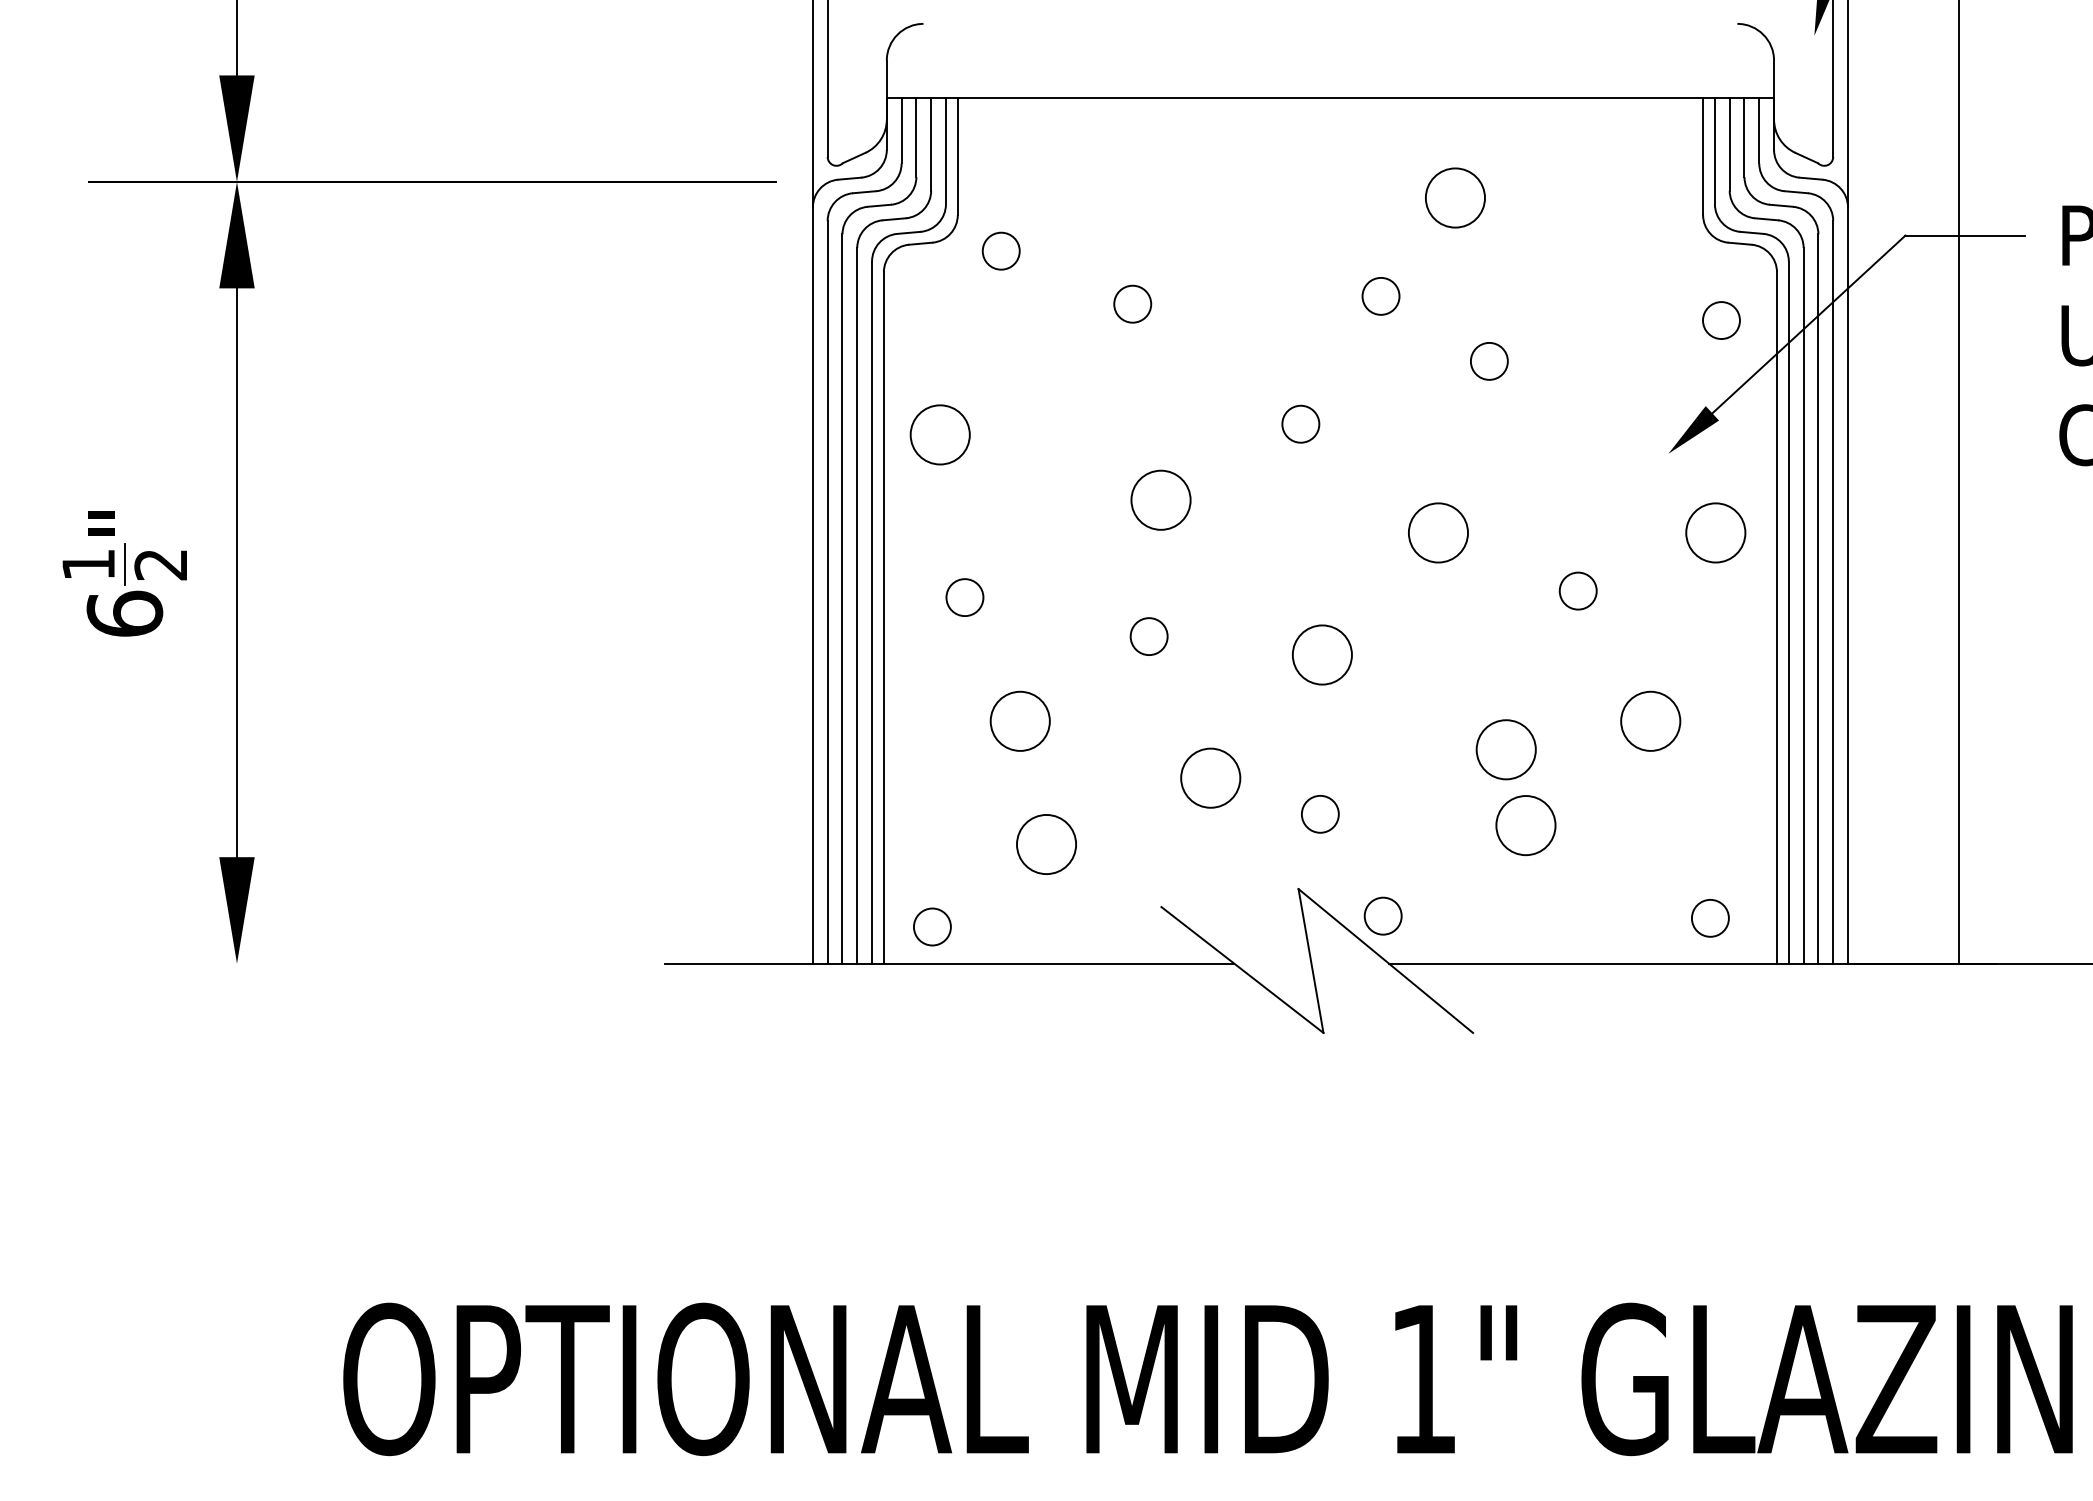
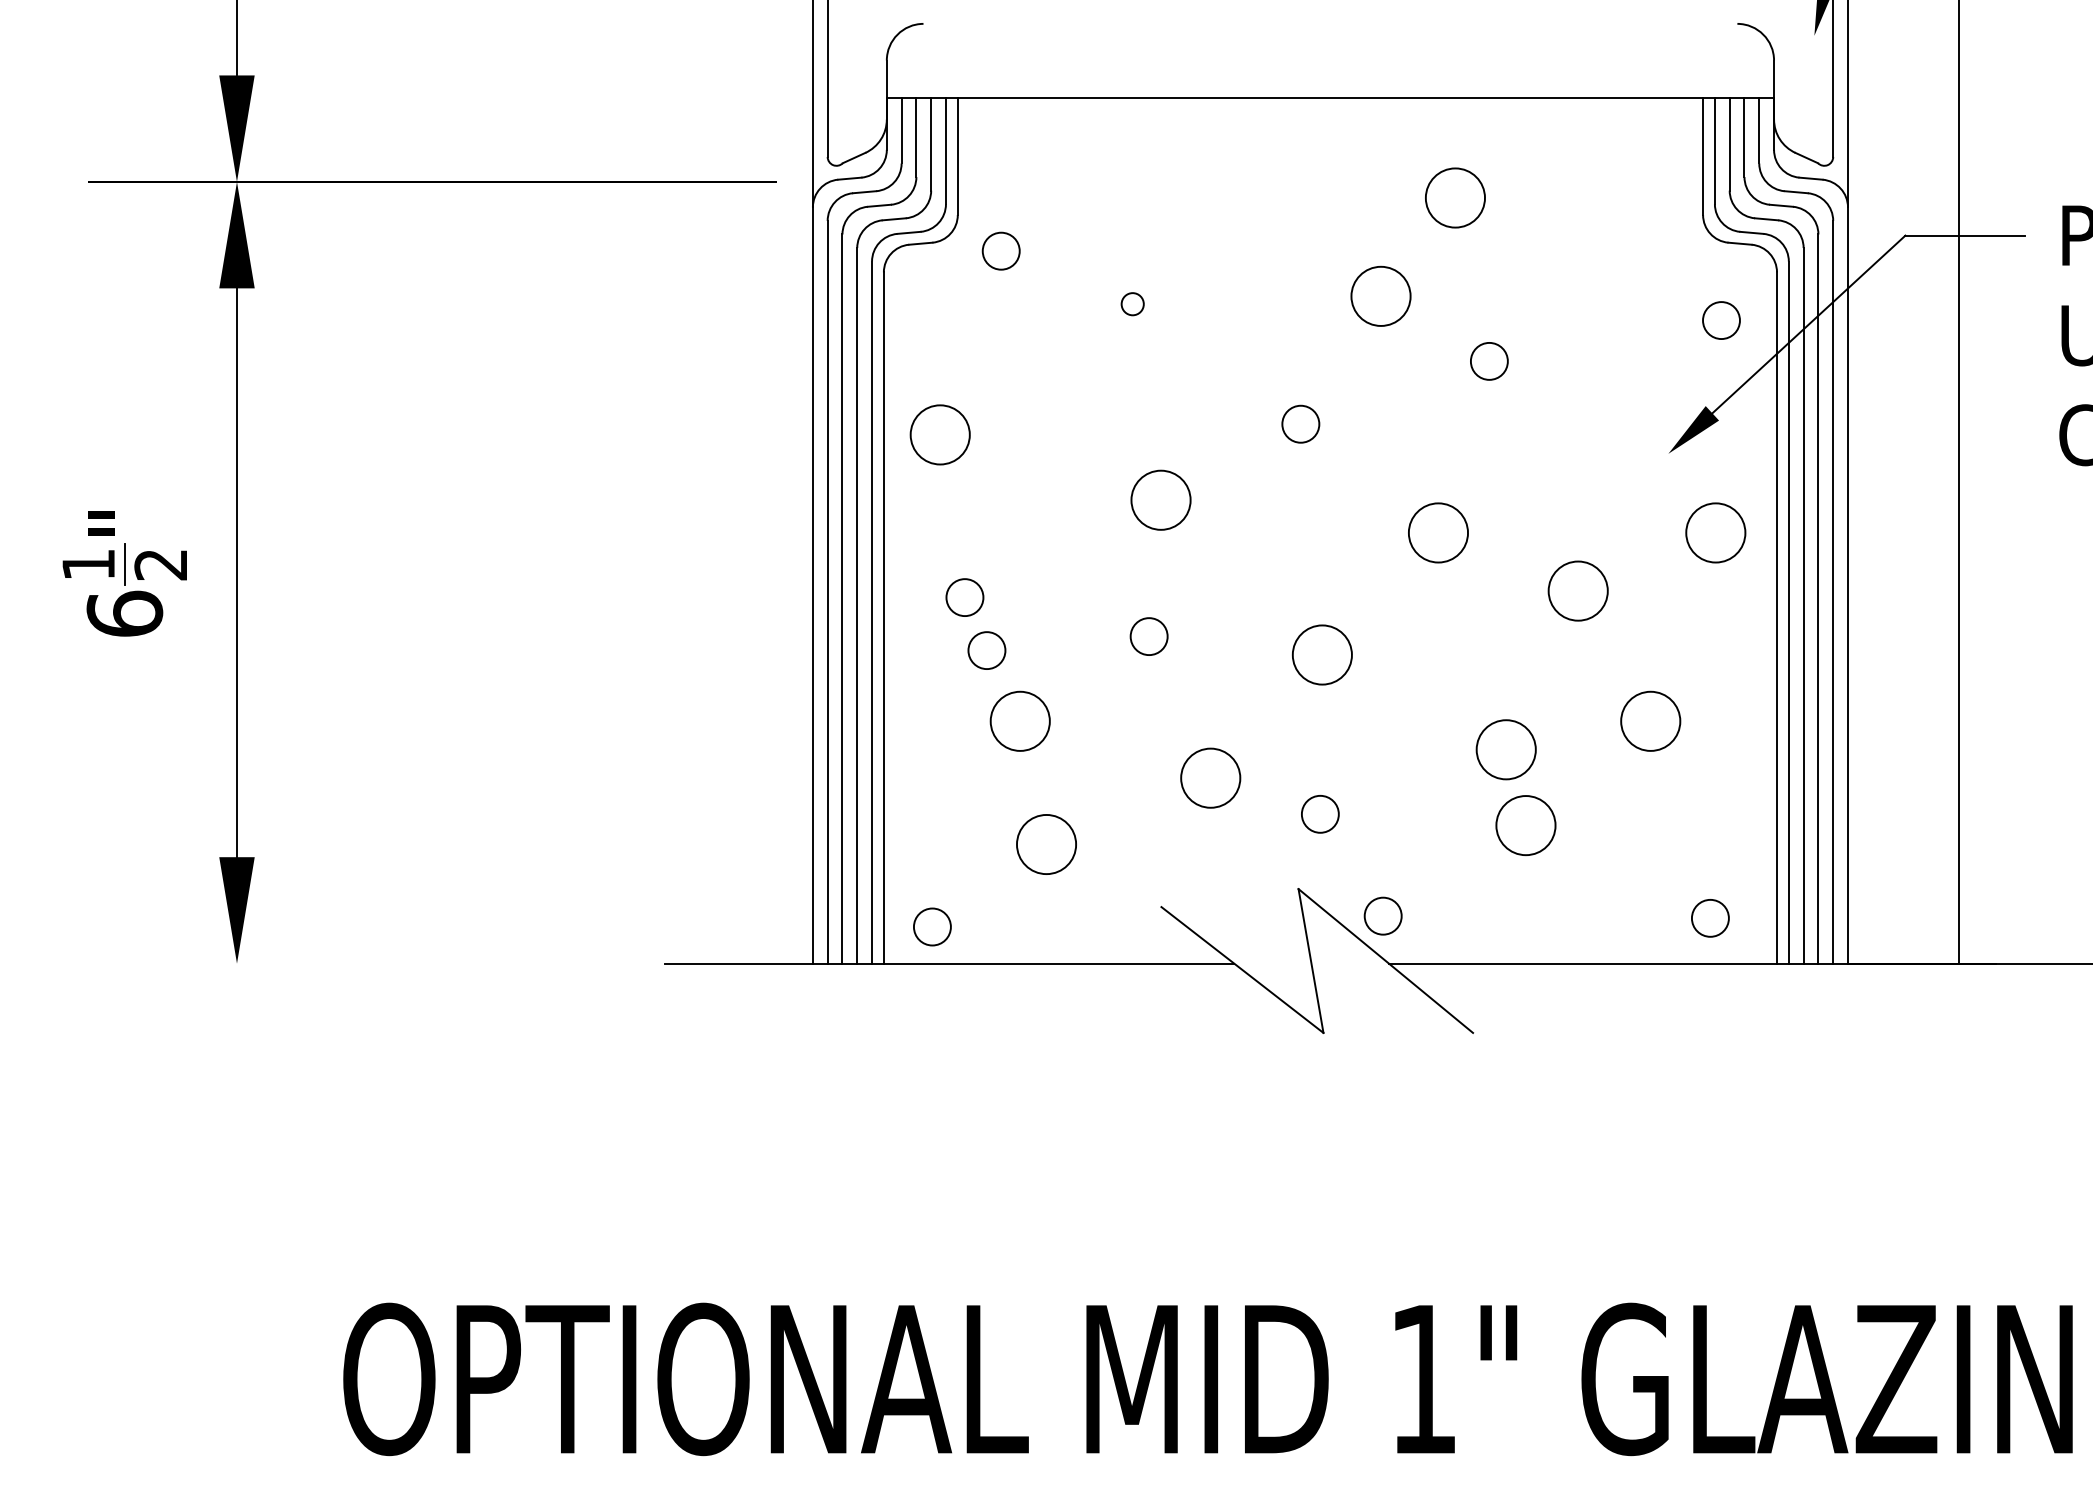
circle at (1380, 295) diameter: 37 px -> 59 px
circle at (1132, 303) diameter: 37 px -> 22 px
circle at (1577, 590) diameter: 37 px -> 59 px
circle at (986, 650): none -> present
